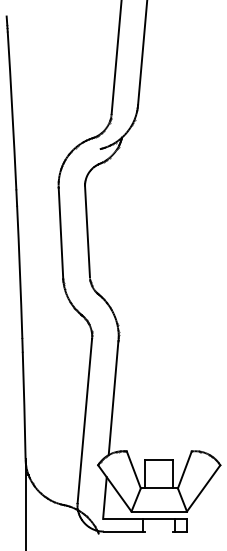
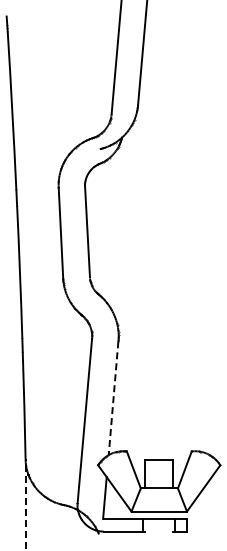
line at (113, 398): solid -> dashed
line at (25, 504): solid -> dashed
